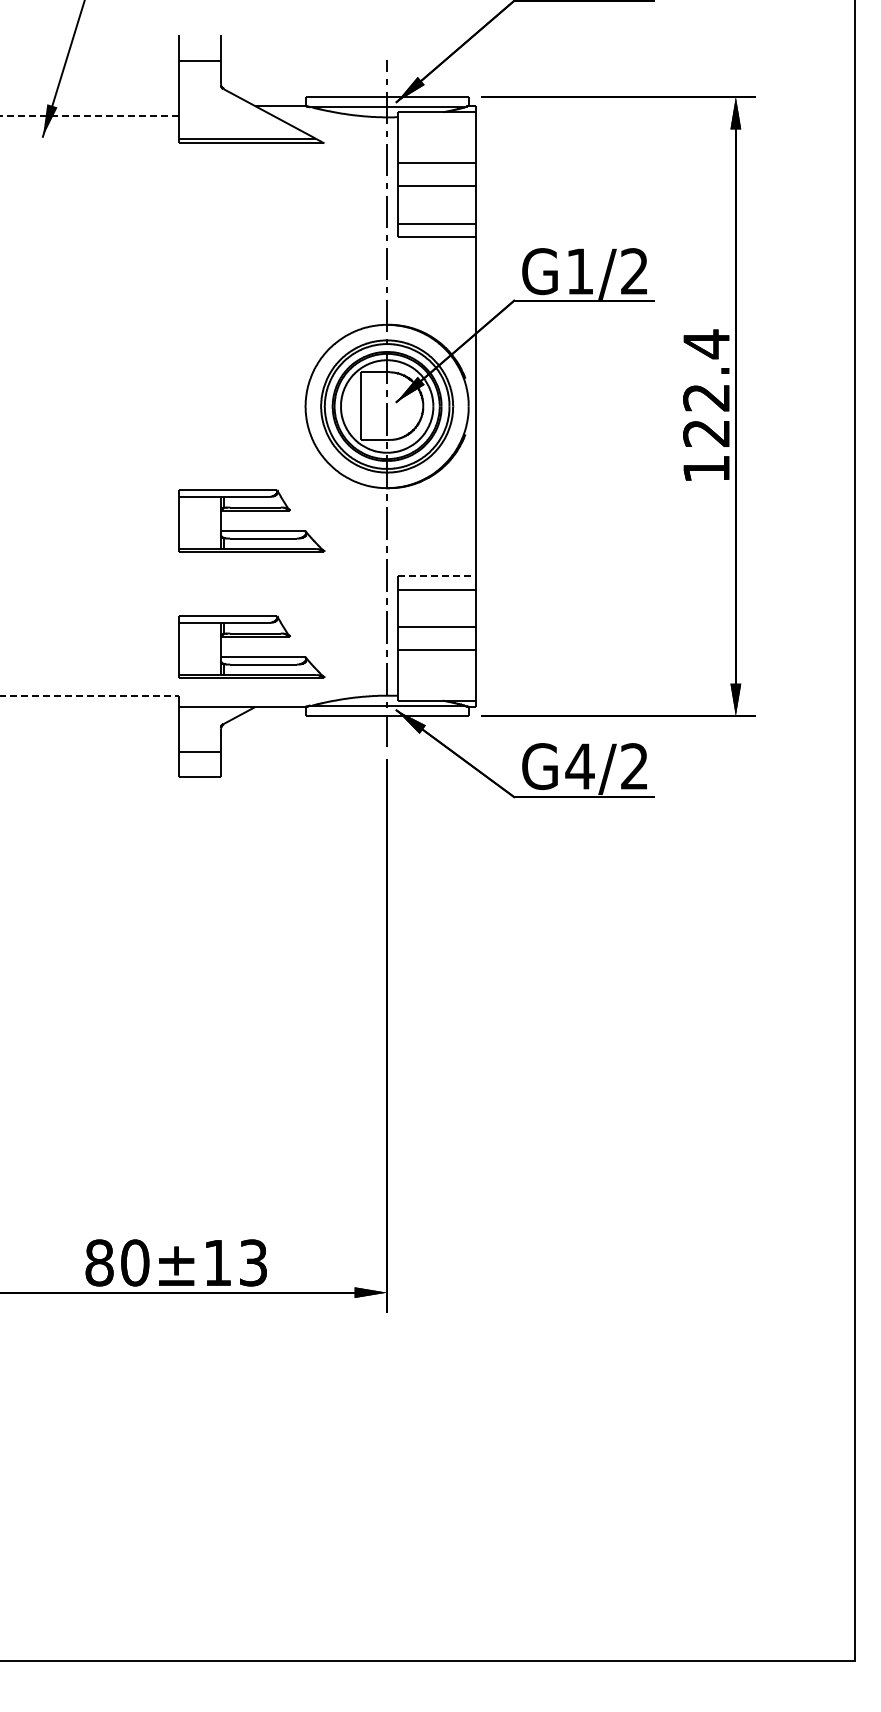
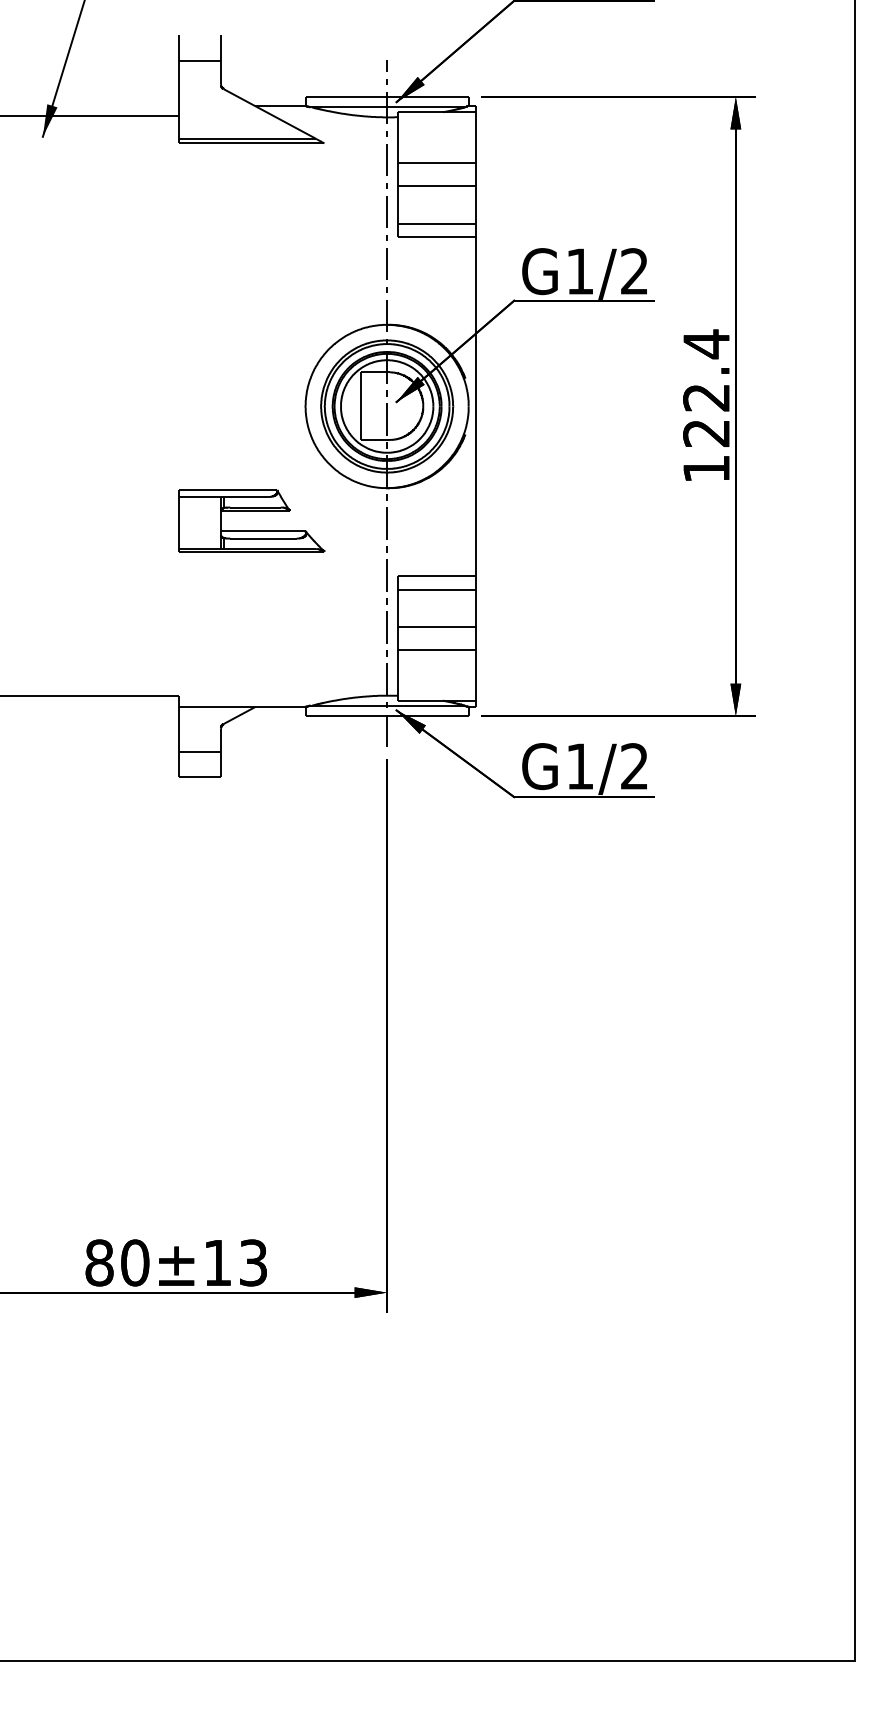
line at (89, 116): dashed -> solid
line at (437, 576): dashed -> solid
part at (251, 637): present -> none
line at (90, 696): dashed -> solid
text at (579, 766): G4/2 -> G1/2
